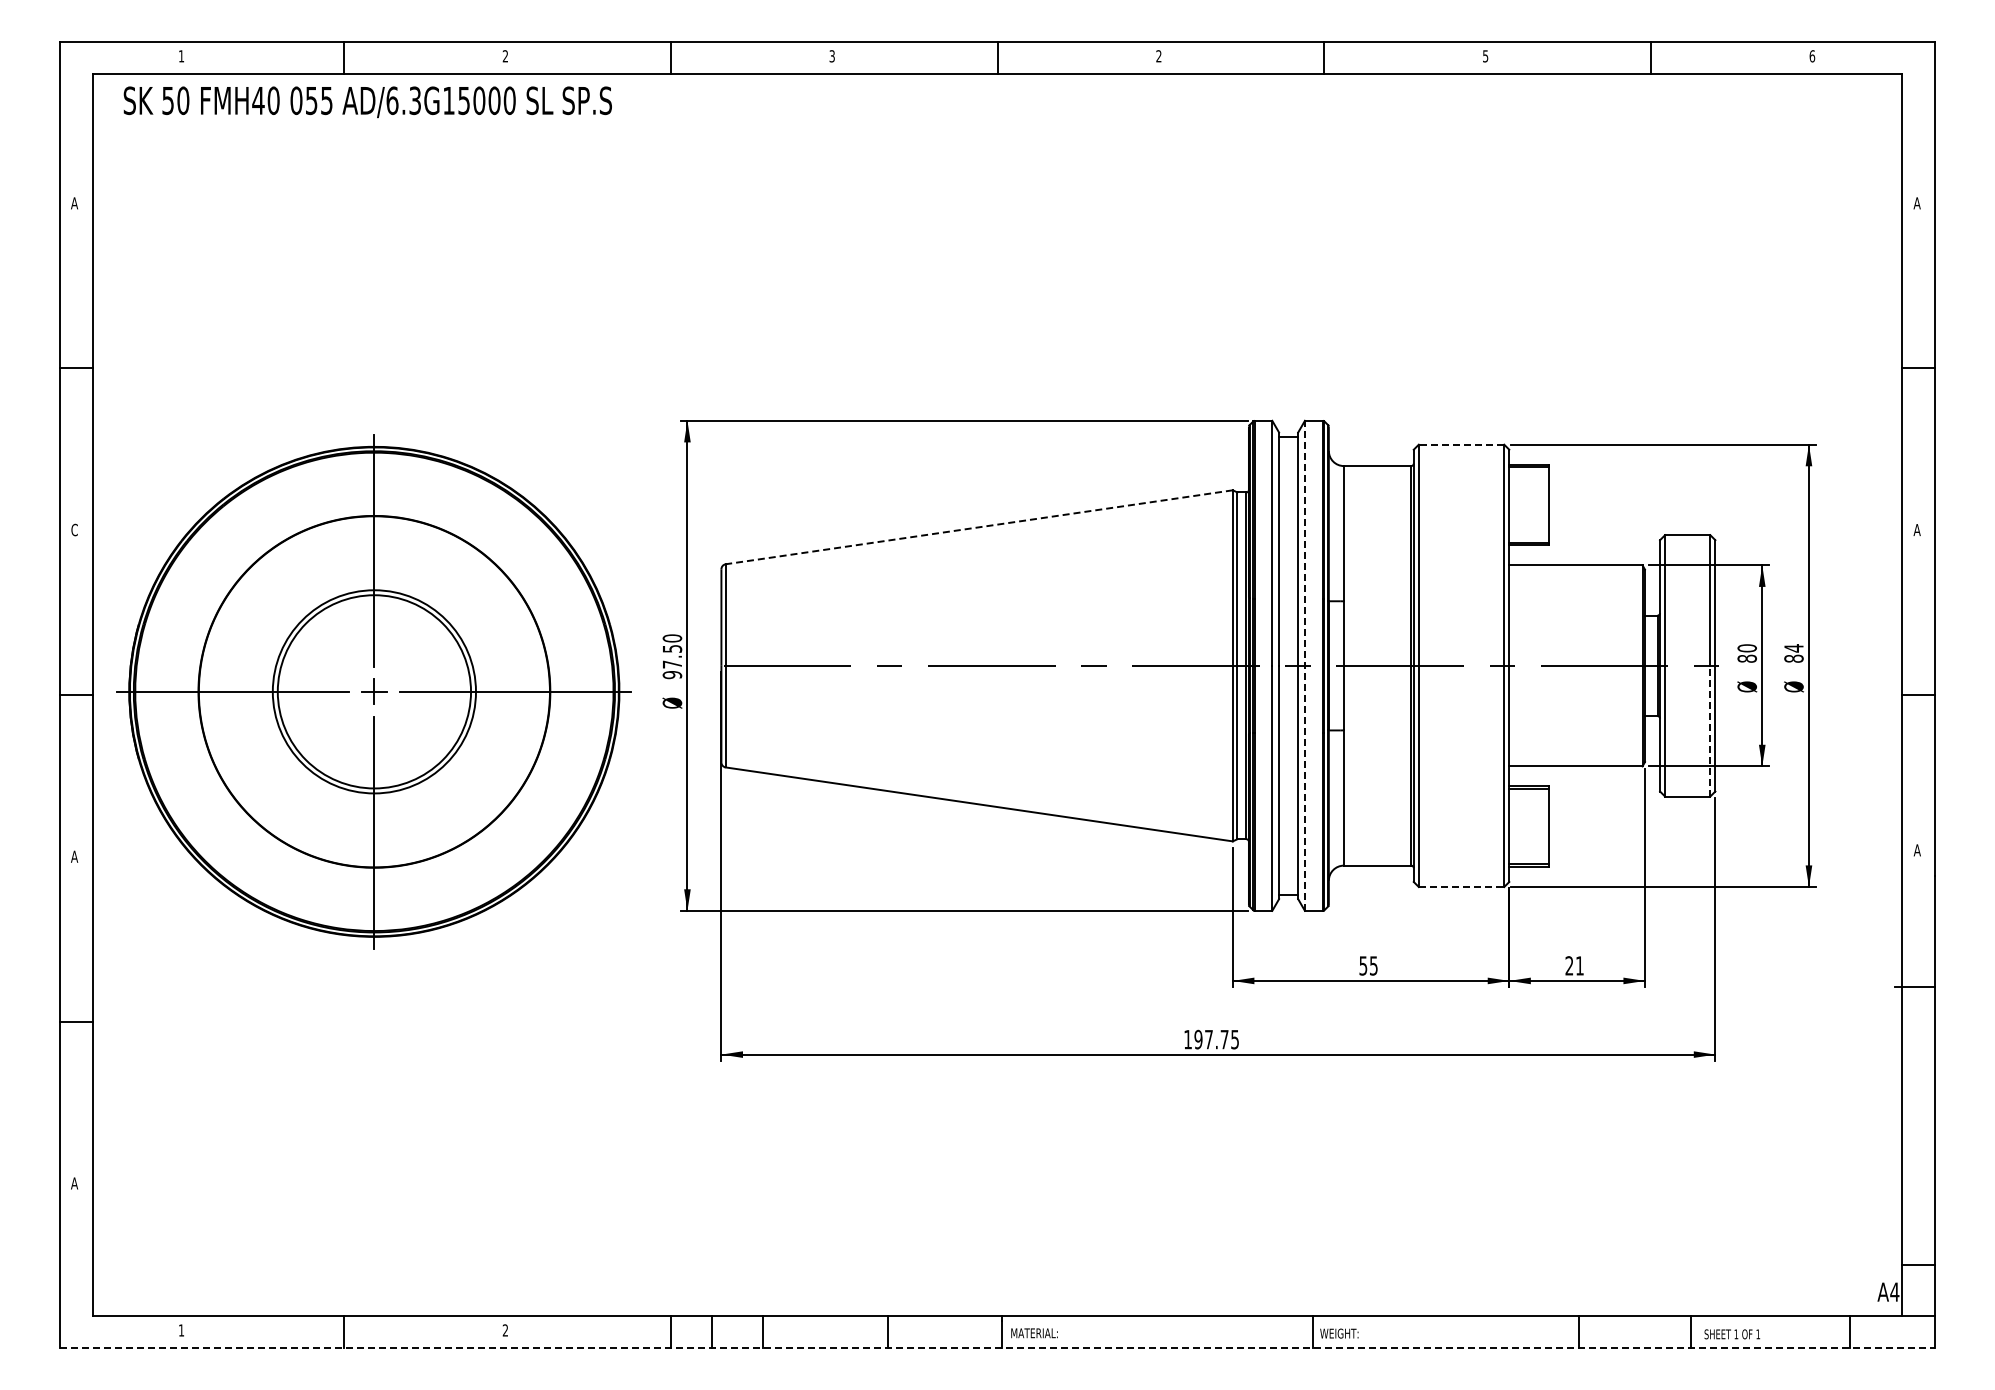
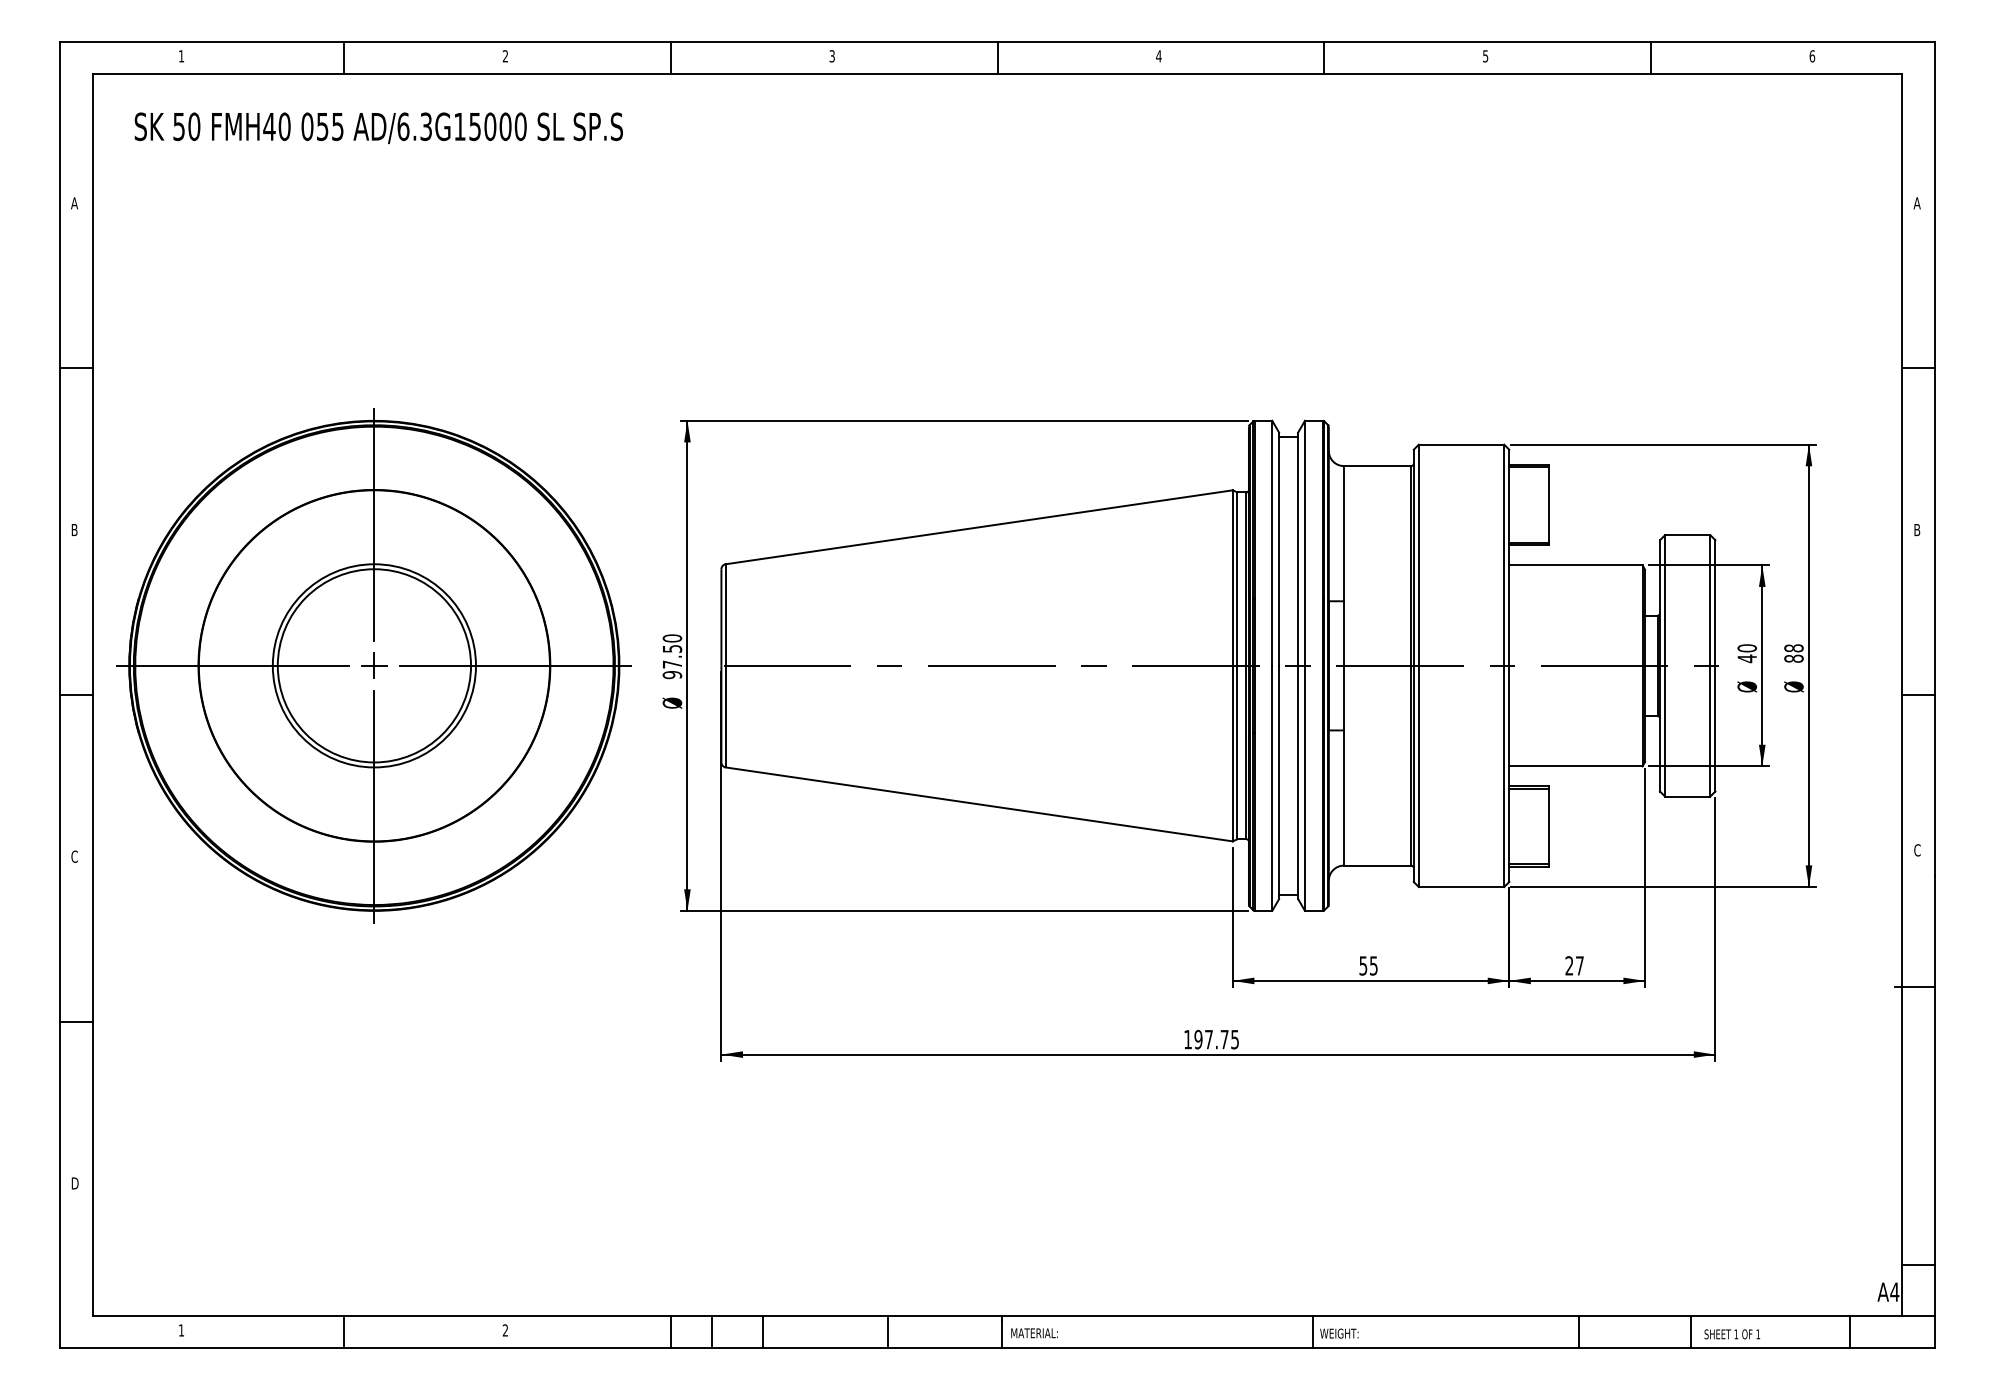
text at (1158, 56): 2 -> 4
text at (367, 102) position: (367, 102) -> (378, 128)
line at (1461, 444): dashed -> solid
line at (978, 527): dashed -> solid
text at (74, 529): C -> B
text at (1916, 530): A -> B
text at (1793, 648): 84 -> 88
text at (1747, 658): 80 -> 40
line at (1304, 665): dashed -> solid
part at (373, 691) position: (373, 691) -> (373, 665)
line at (1710, 730): dashed -> solid
text at (1916, 850): A -> C
text at (74, 856): A -> C
line at (1461, 887): dashed -> solid
text at (1579, 965): 21 -> 27
text at (74, 1183): A -> D
line at (997, 1348): dashed -> solid
